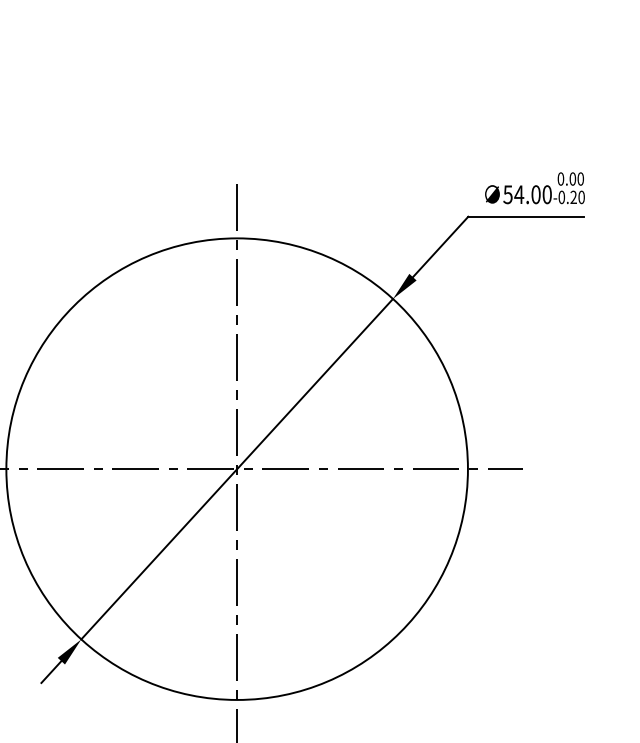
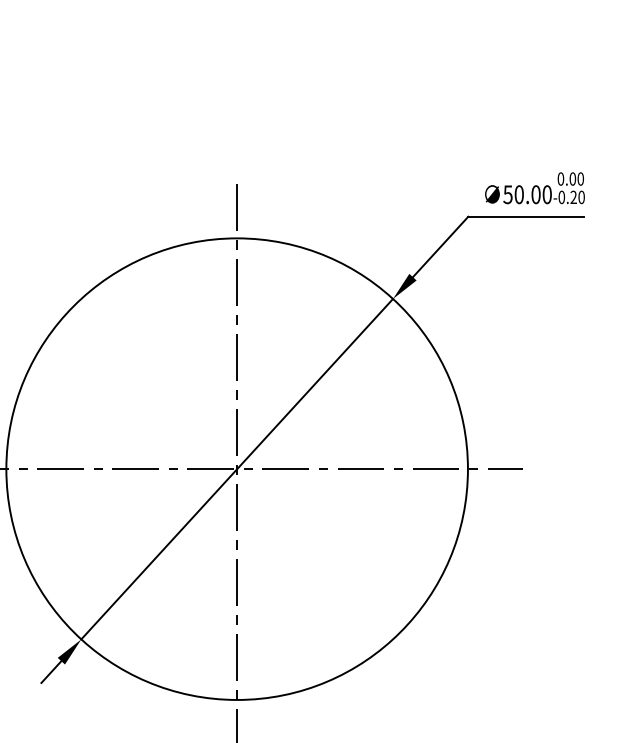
text at (519, 194): 54.00 -> 50.00
